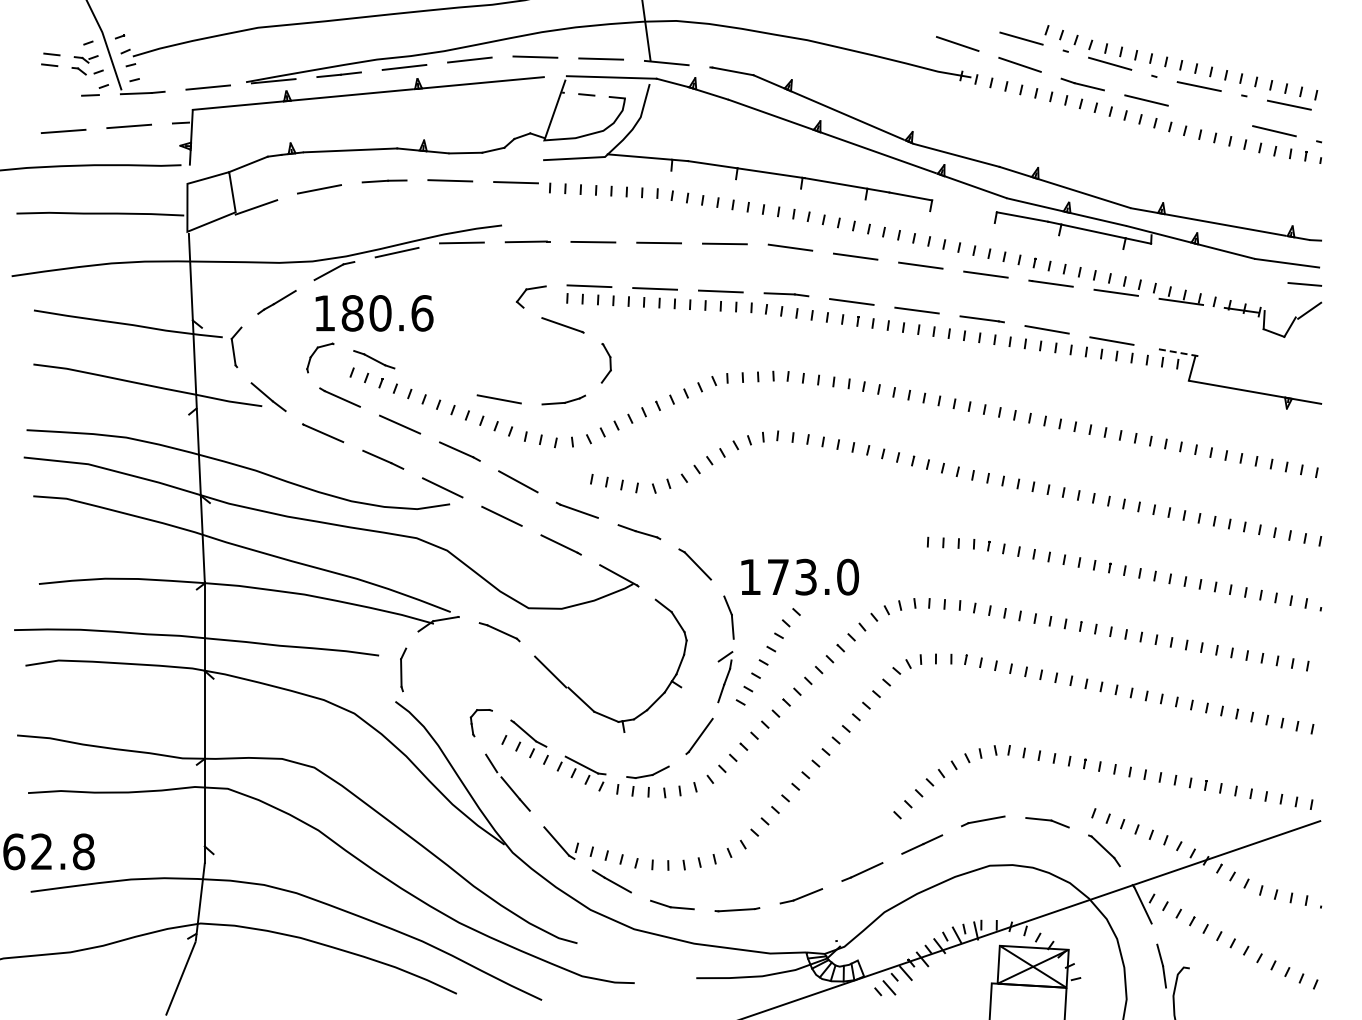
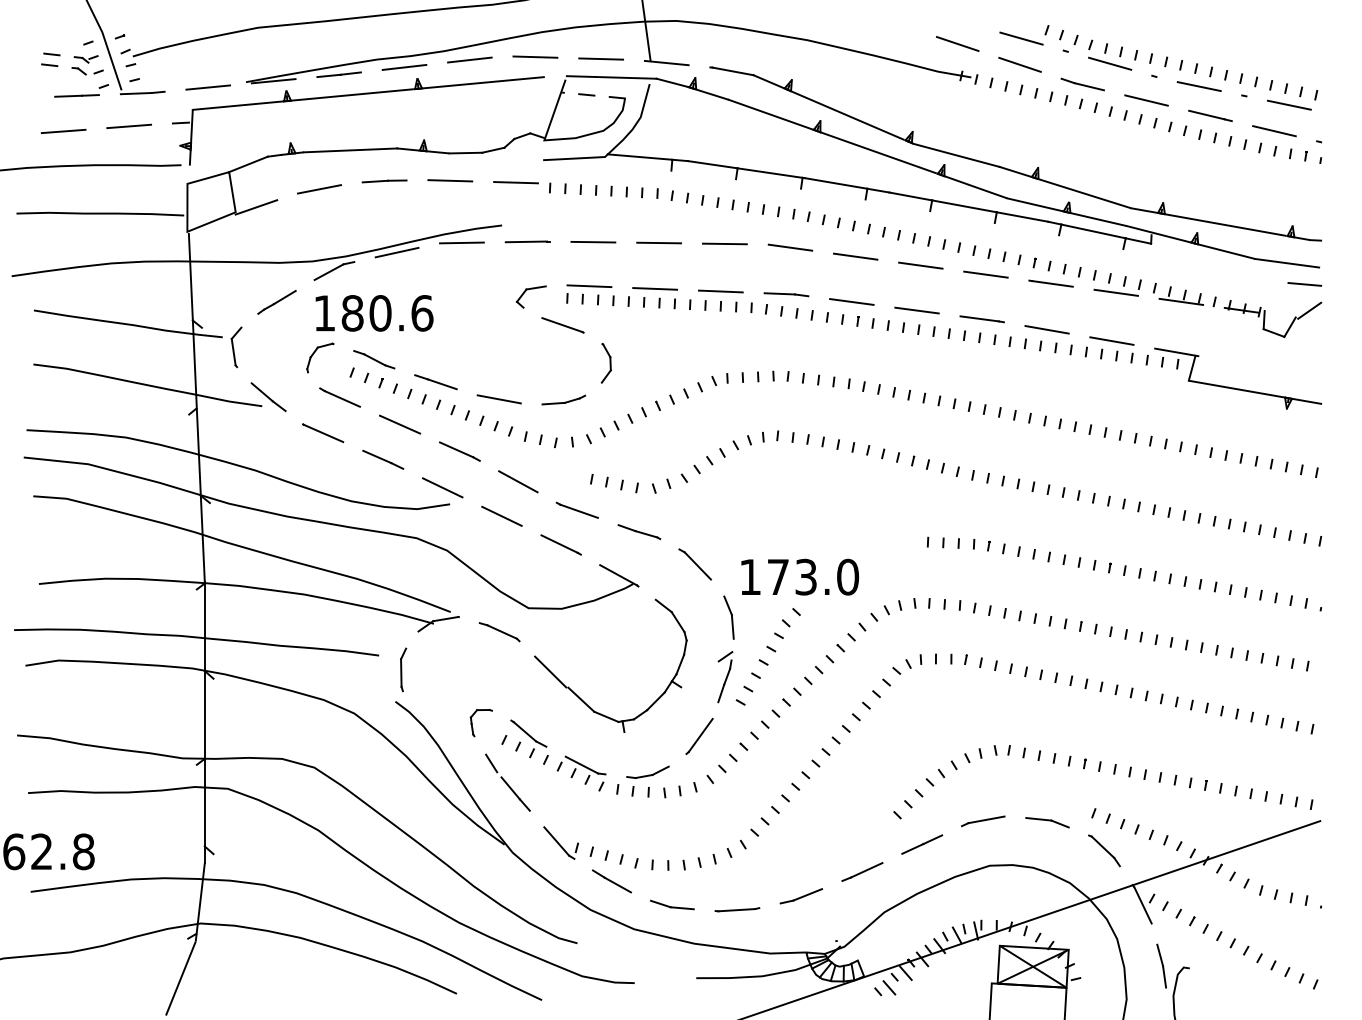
line at (68, 95): none -> present
line at (1210, 115): none -> present
line at (964, 206): none -> present
line at (1176, 352): dashed -> solid
line at (435, 382): none -> present
